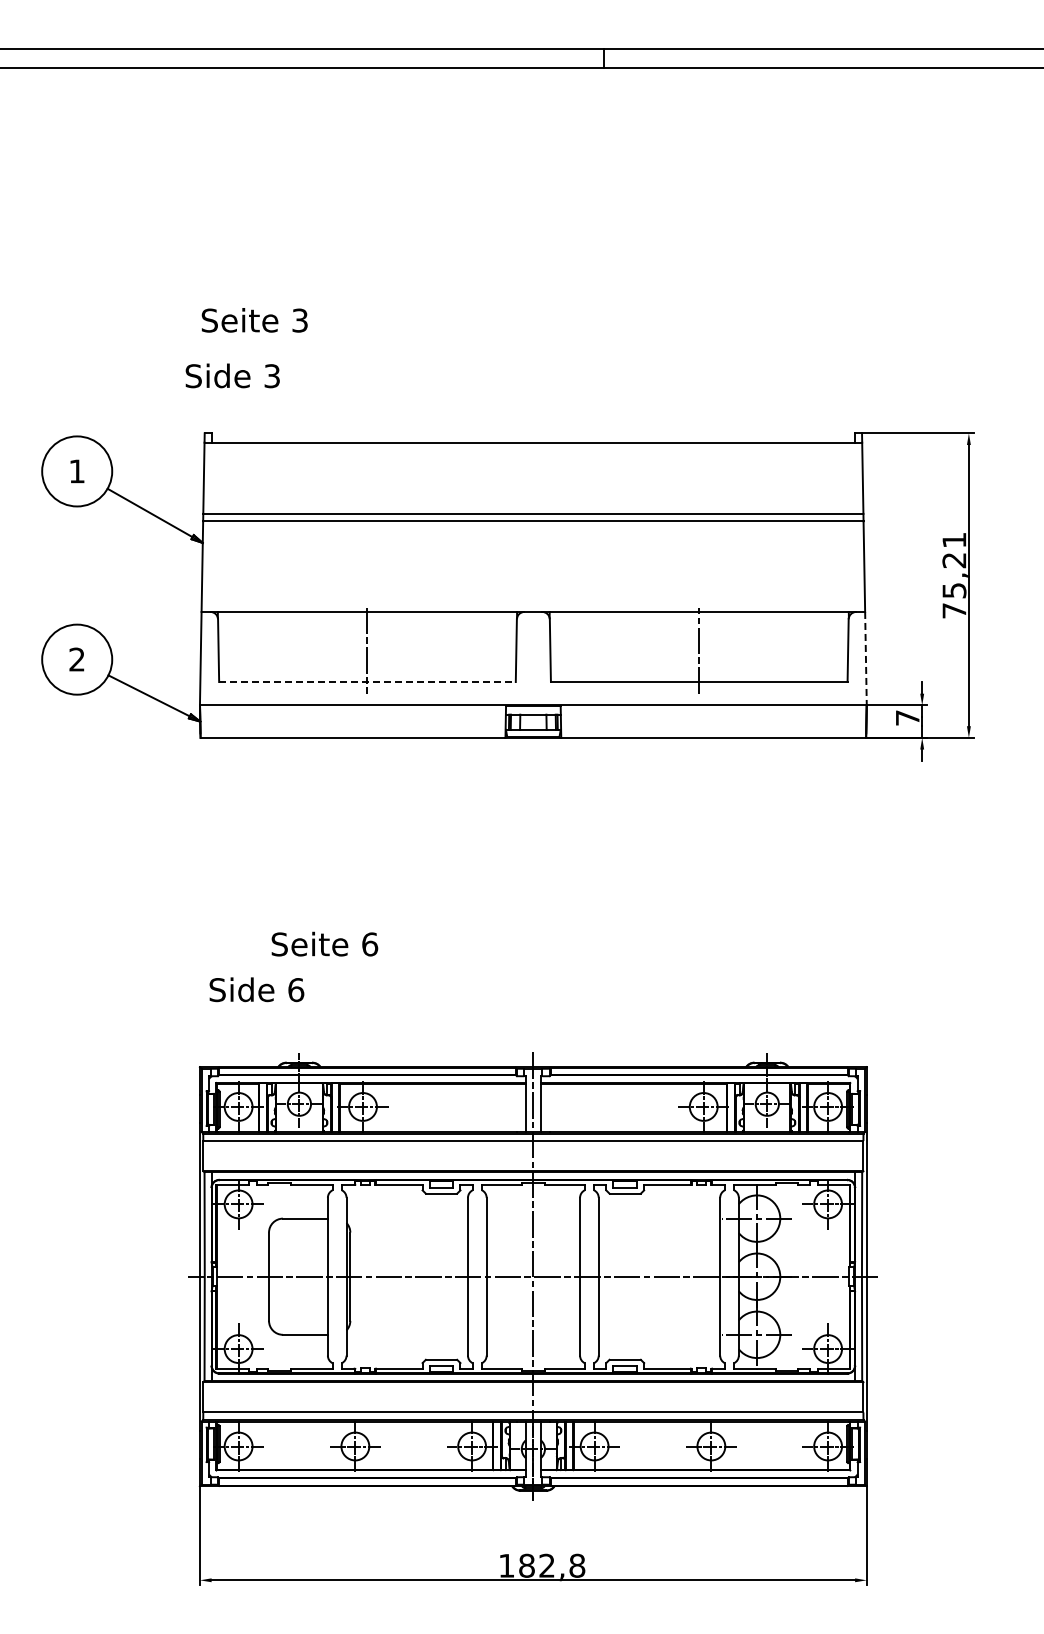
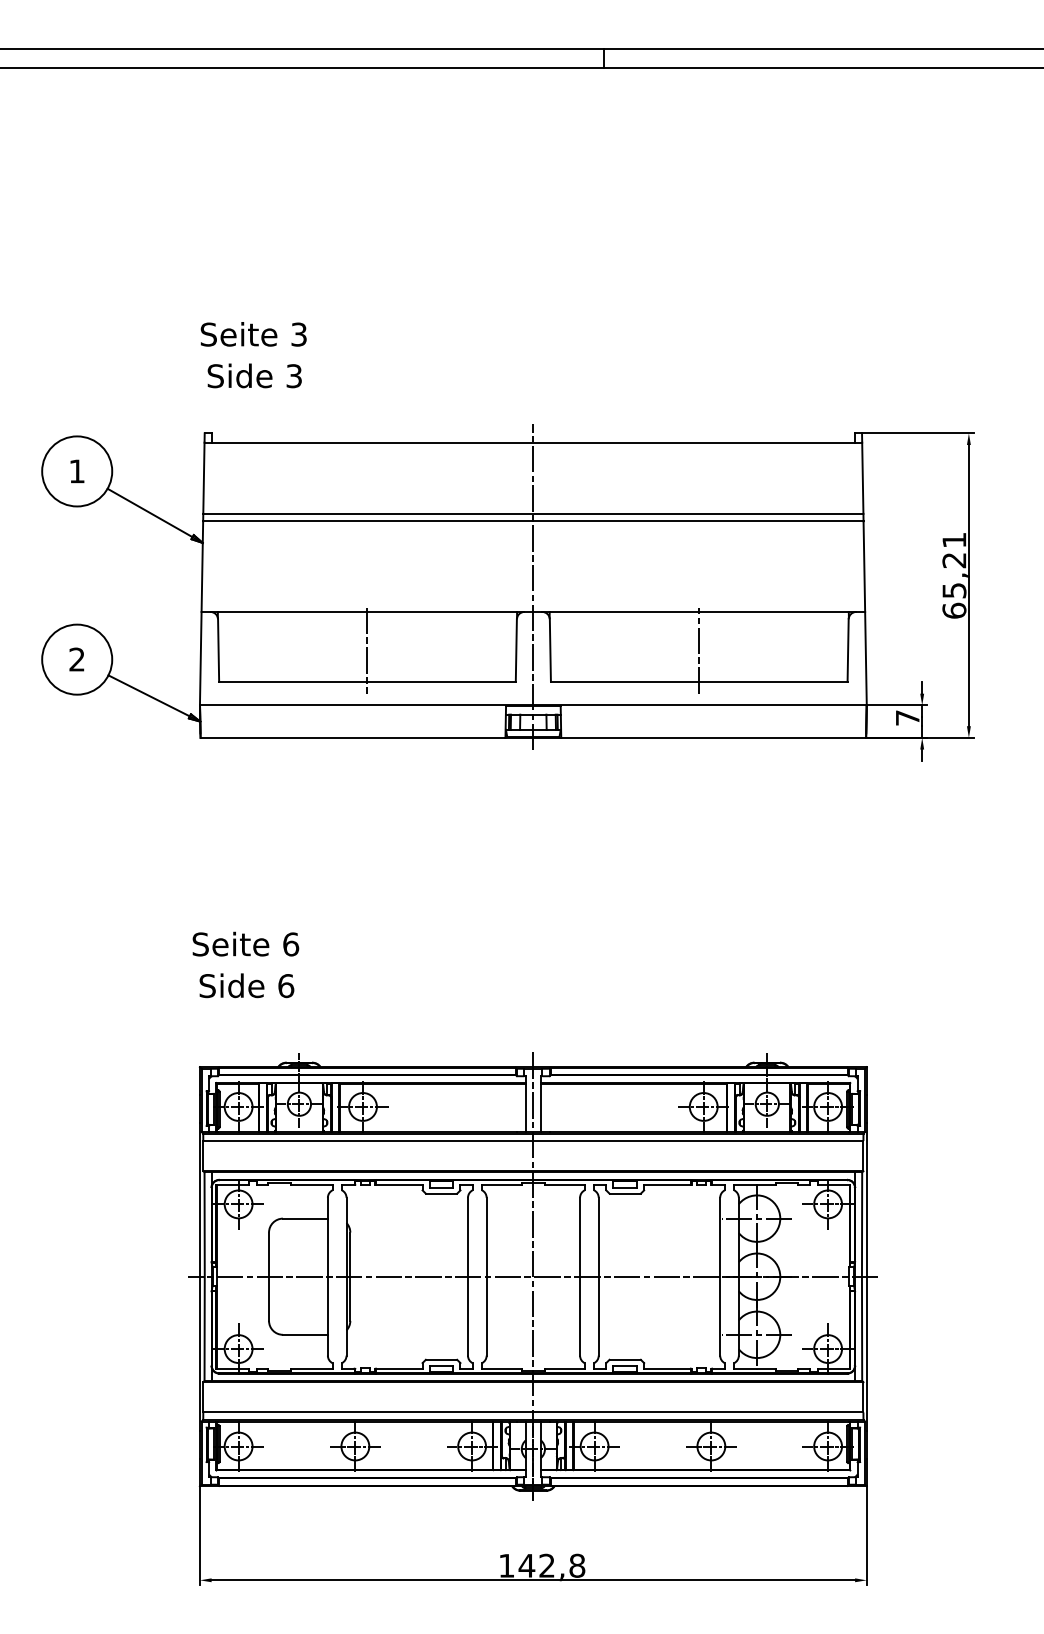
text at (254, 320) position: (254, 320) -> (253, 334)
text at (232, 375) position: (232, 375) -> (254, 375)
line at (533, 586): none -> present
text at (954, 610): 75,21 -> 65,21
line at (865, 658): dashed -> solid
line at (367, 682): dashed -> solid
text at (324, 943) position: (324, 943) -> (245, 943)
text at (256, 989) position: (256, 989) -> (246, 985)
text at (526, 1565): 182,8 -> 142,8
